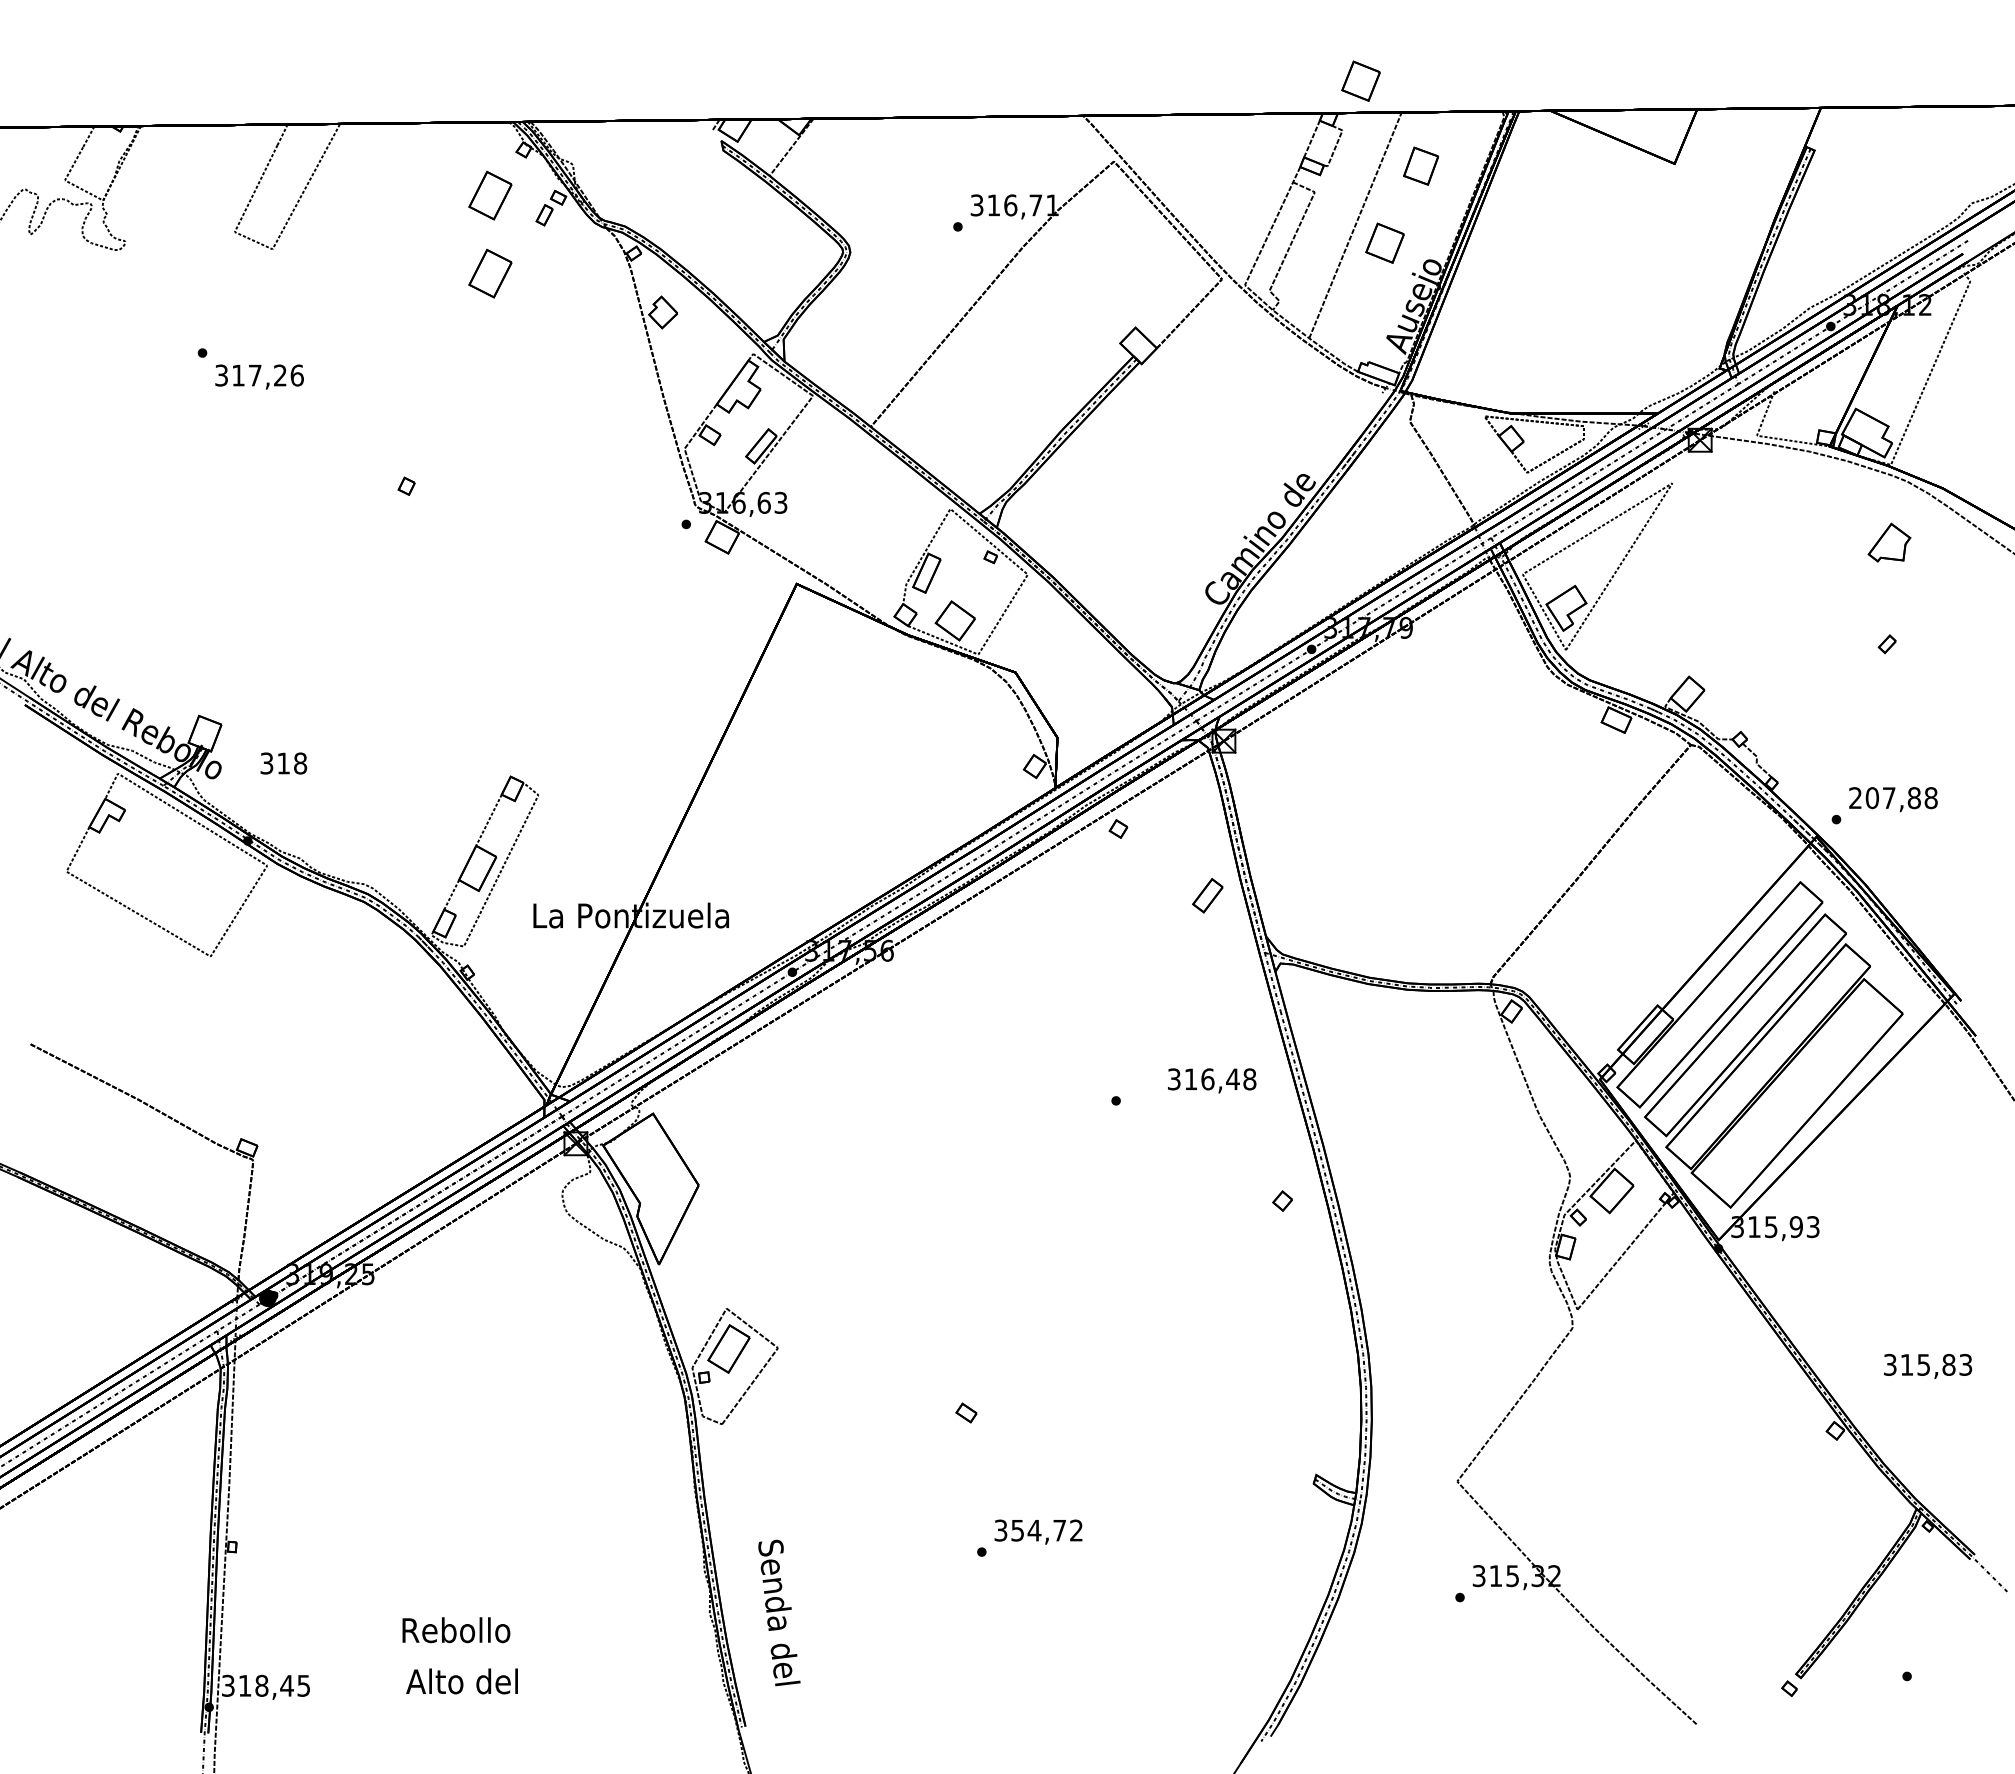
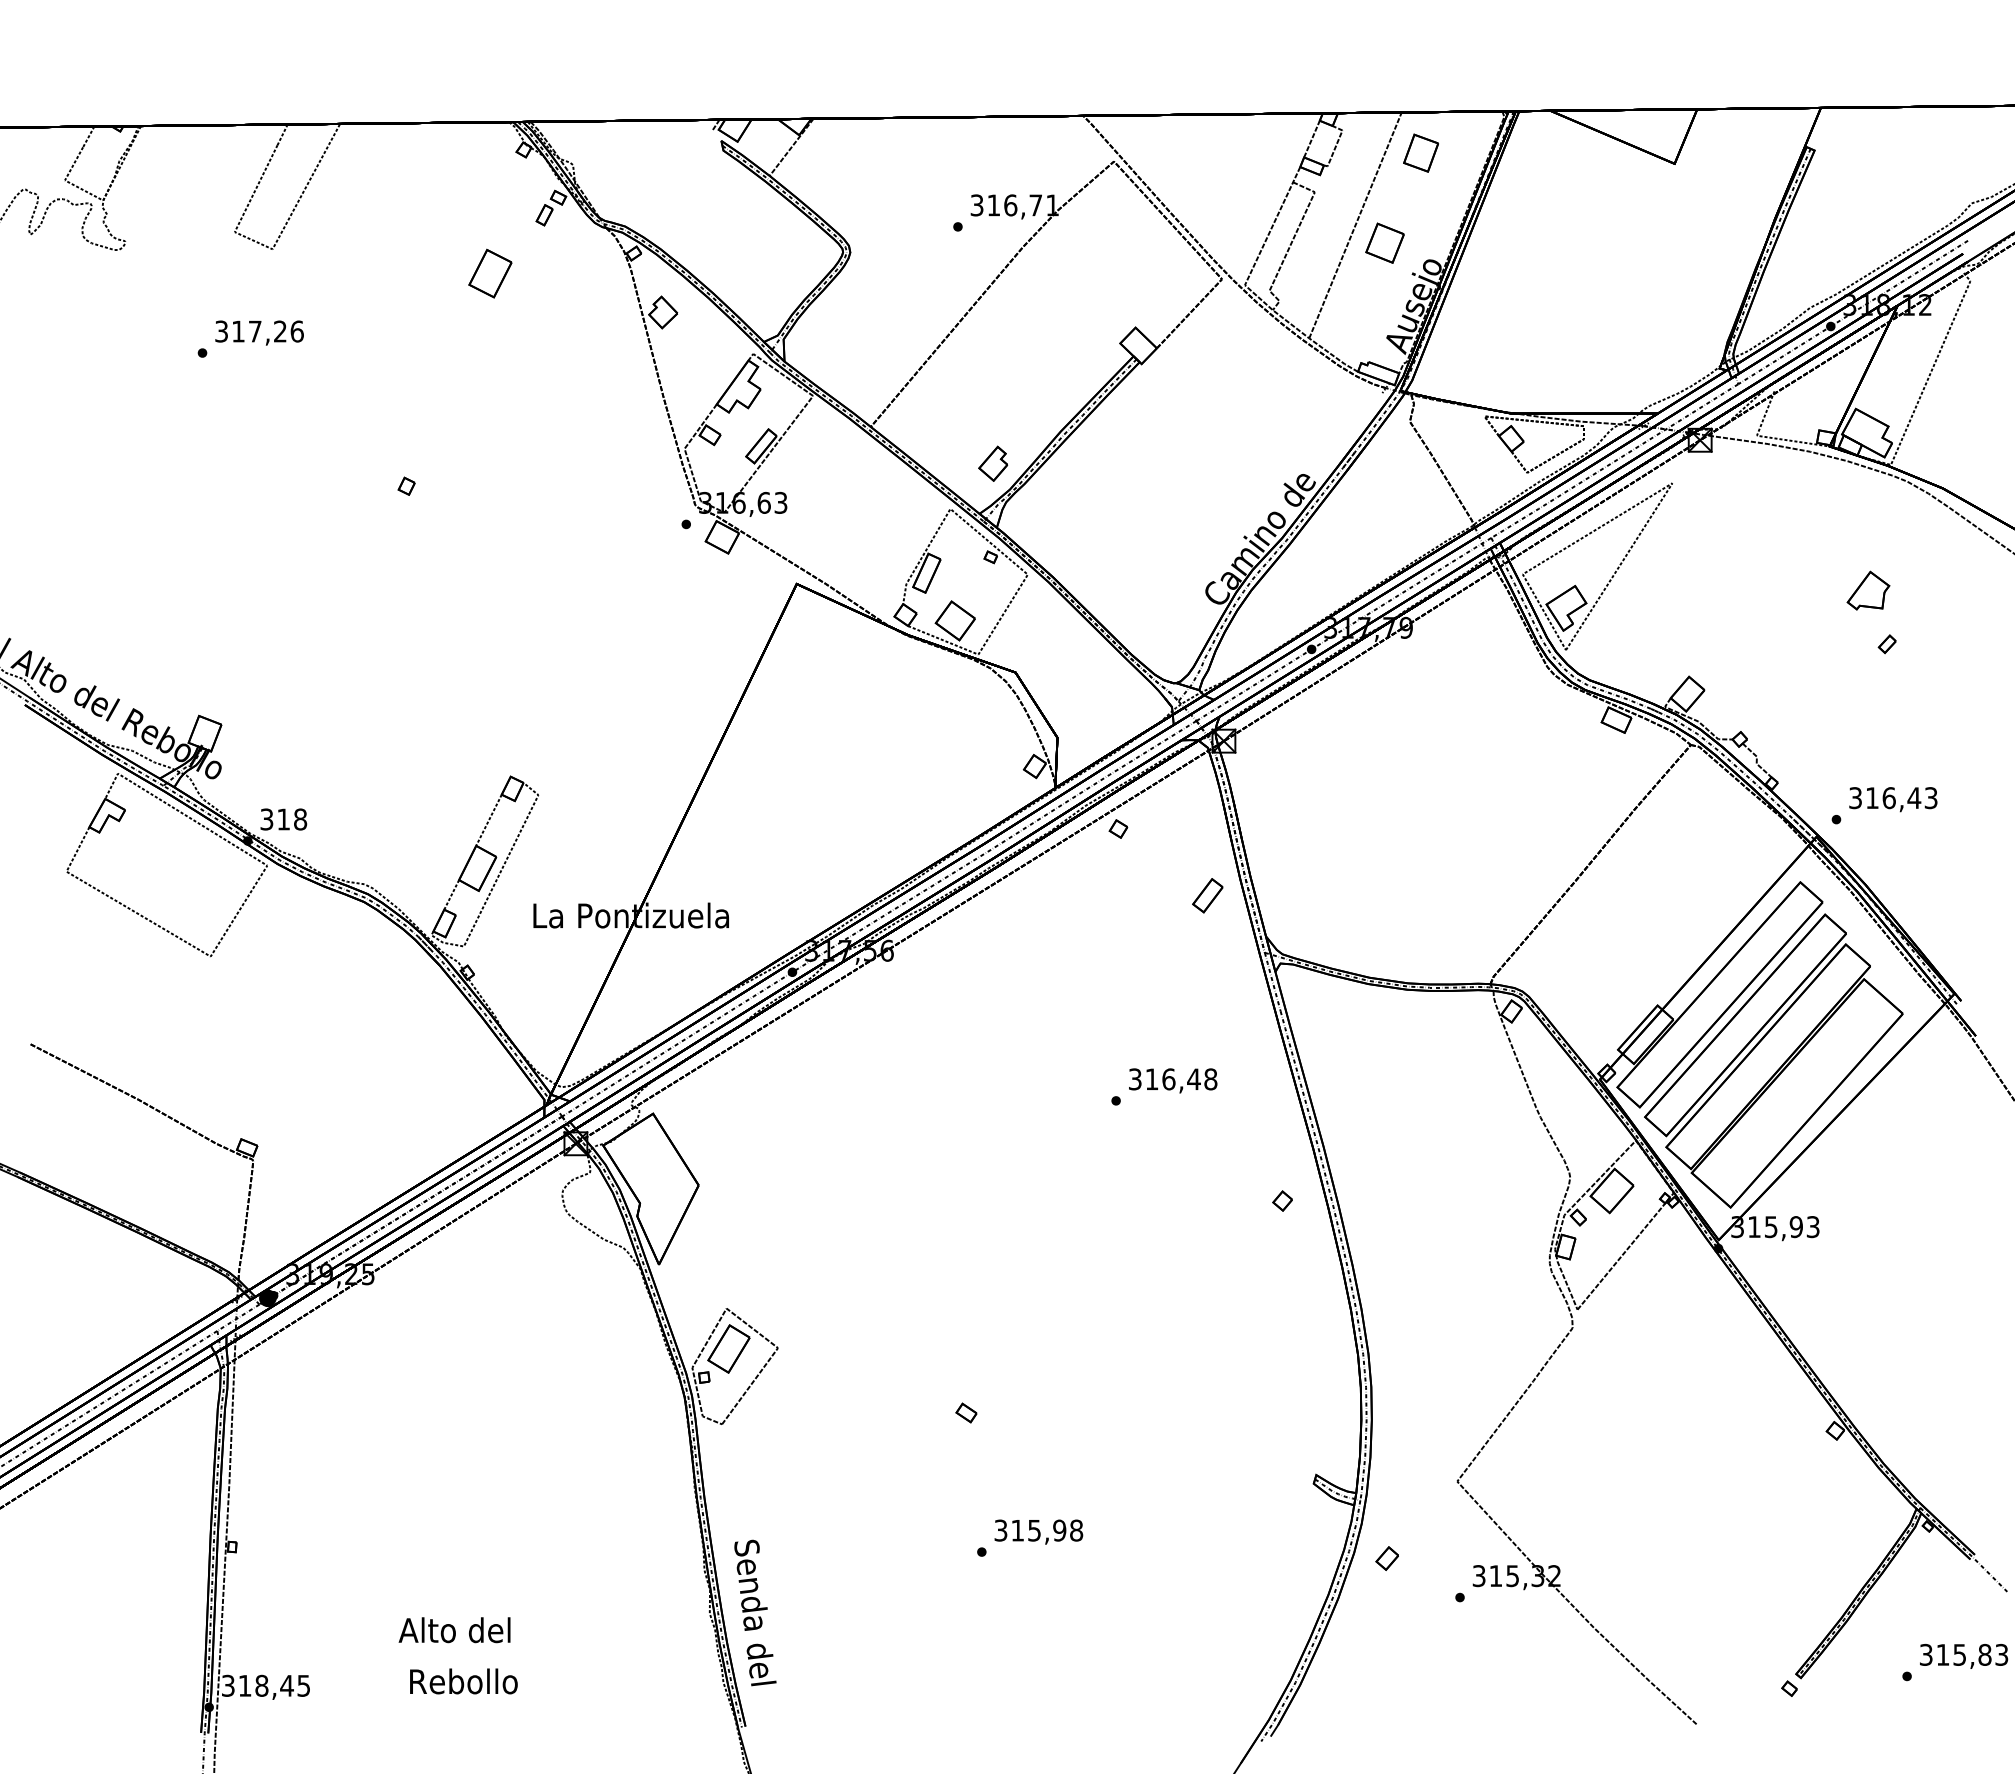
part at (1360, 80): present -> none
part at (1420, 165) position: (1420, 165) -> (1420, 152)
part at (490, 195): present -> none
text at (259, 376) position: (259, 376) -> (259, 332)
part at (993, 463): none -> present
part at (1889, 542) position: (1889, 542) -> (1868, 590)
text at (283, 763) position: (283, 763) -> (283, 819)
text at (1893, 798): 207,88 -> 316,43
text at (1212, 1080) position: (1212, 1080) -> (1173, 1080)
text at (1928, 1366) position: (1928, 1366) -> (1964, 1656)
text at (1047, 1530): 354,72 -> 315,98
part at (1386, 1558): none -> present
text at (779, 1612) position: (779, 1612) -> (755, 1612)
text at (454, 1630): Rebollo -> Alto del
text at (461, 1681): Alto del -> Rebollo
